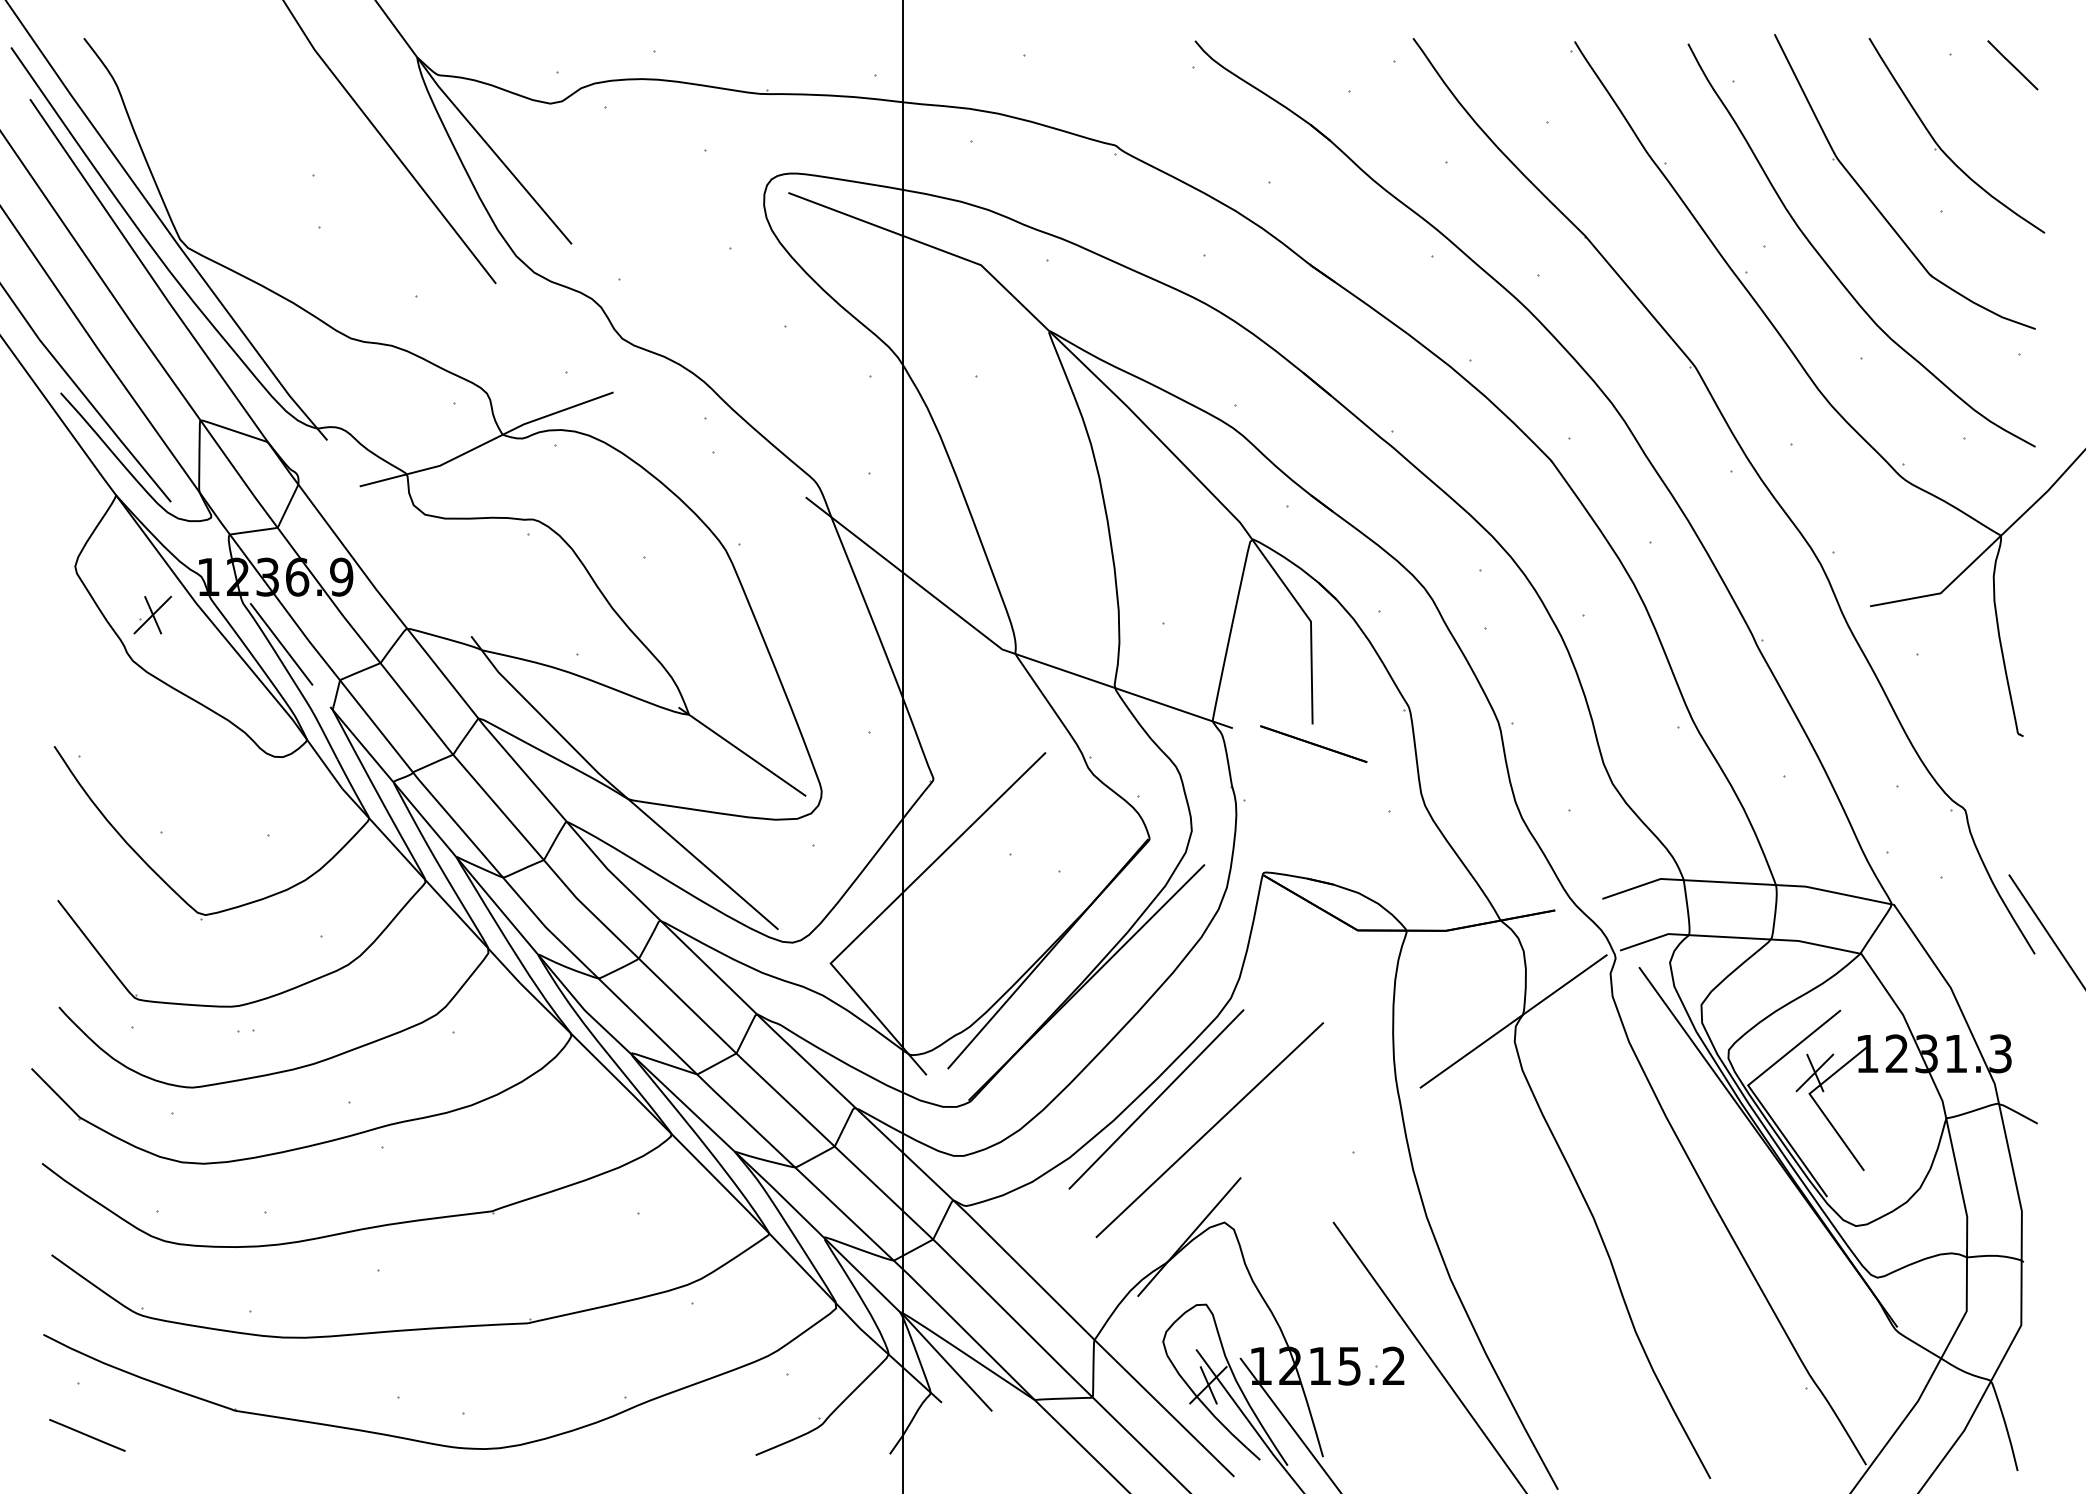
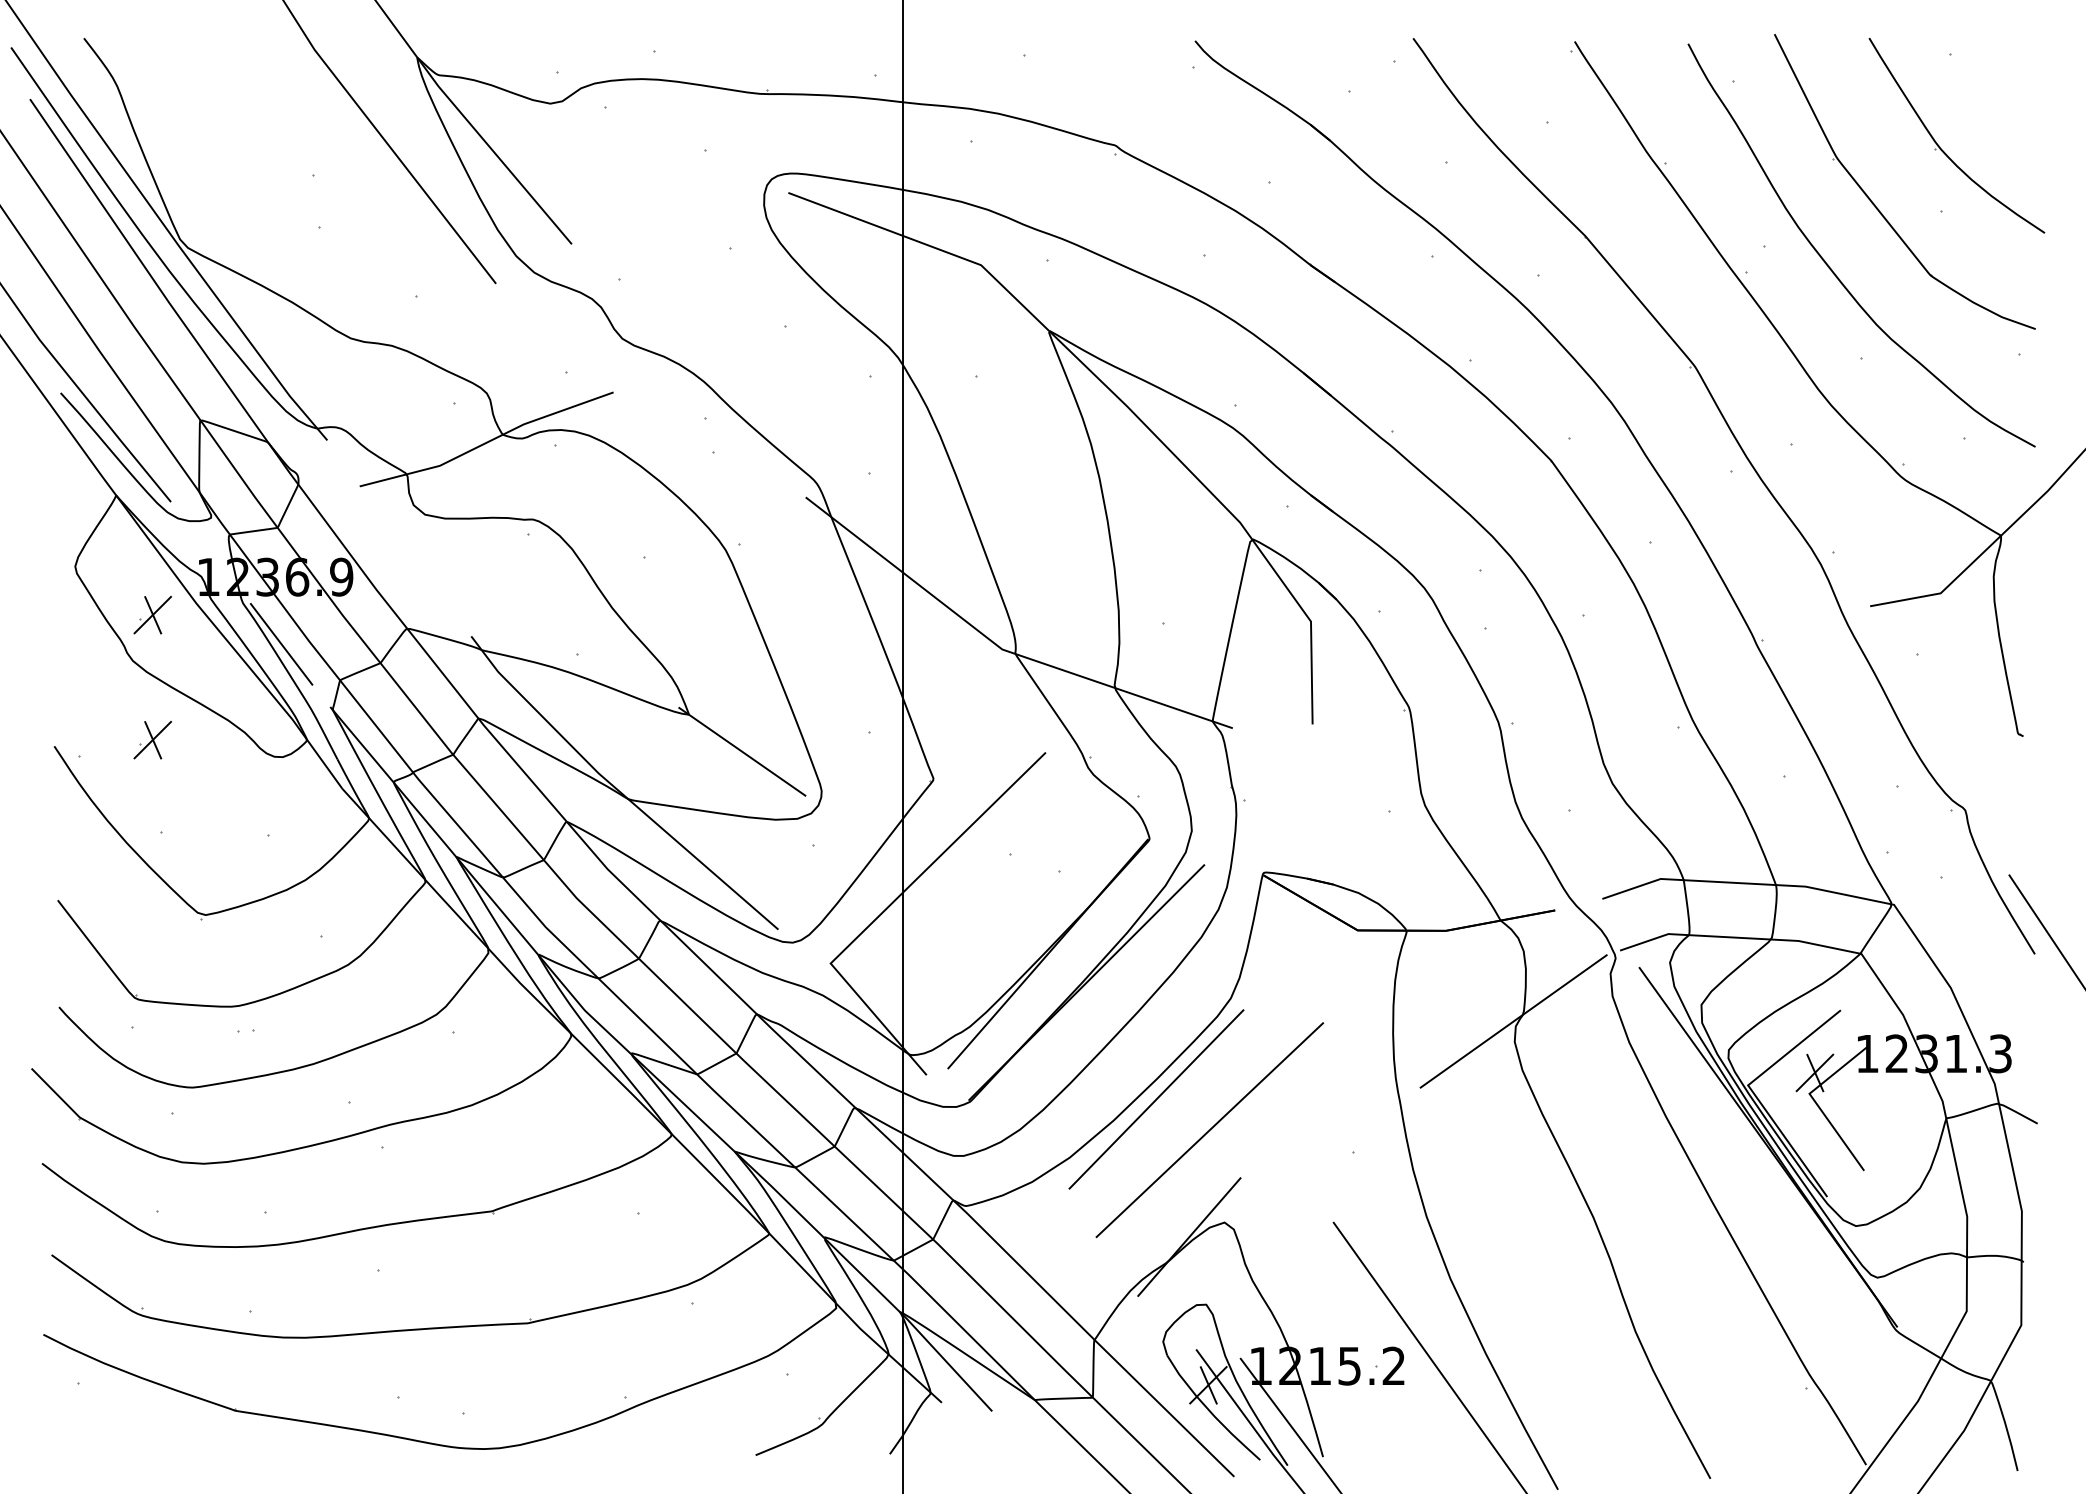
line at (2012, 65): present -> none
part at (152, 740): none -> present
line at (1313, 744): present -> none
line at (87, 1435): present -> none
